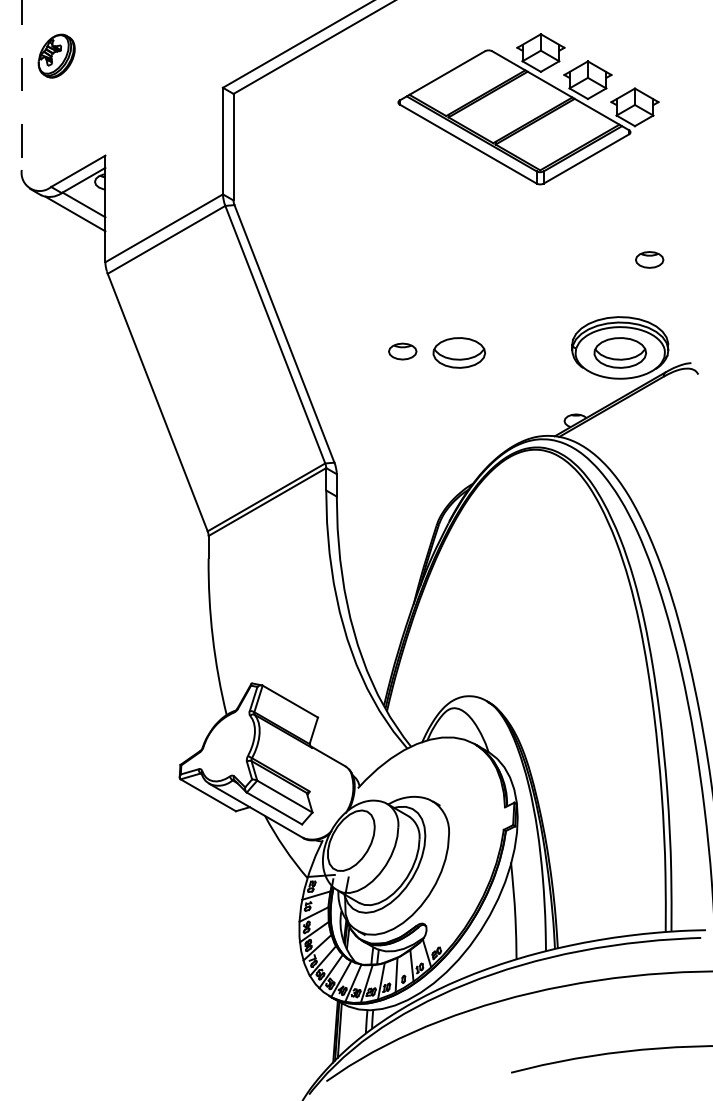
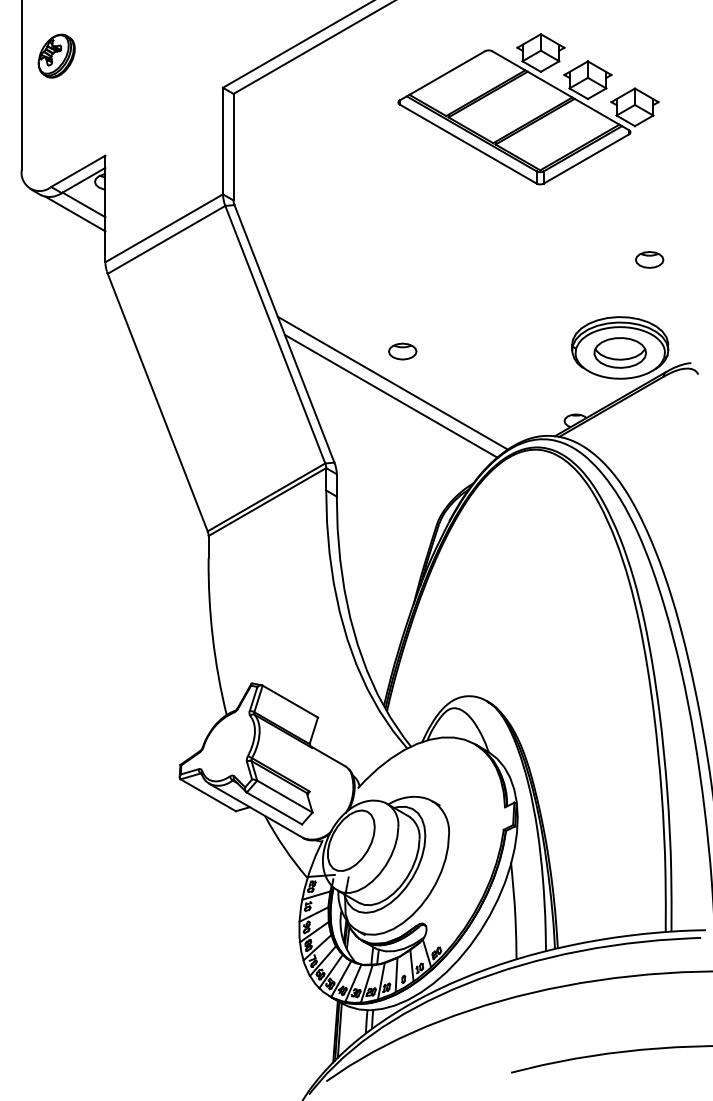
line at (21, 85): dashed -> solid
part at (459, 352): present -> none
line at (392, 382): none -> present
line at (390, 395): none -> present
